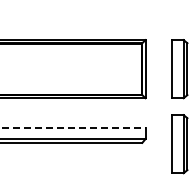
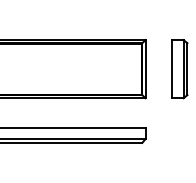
line at (73, 127): dashed -> solid
part at (179, 144): present -> none
